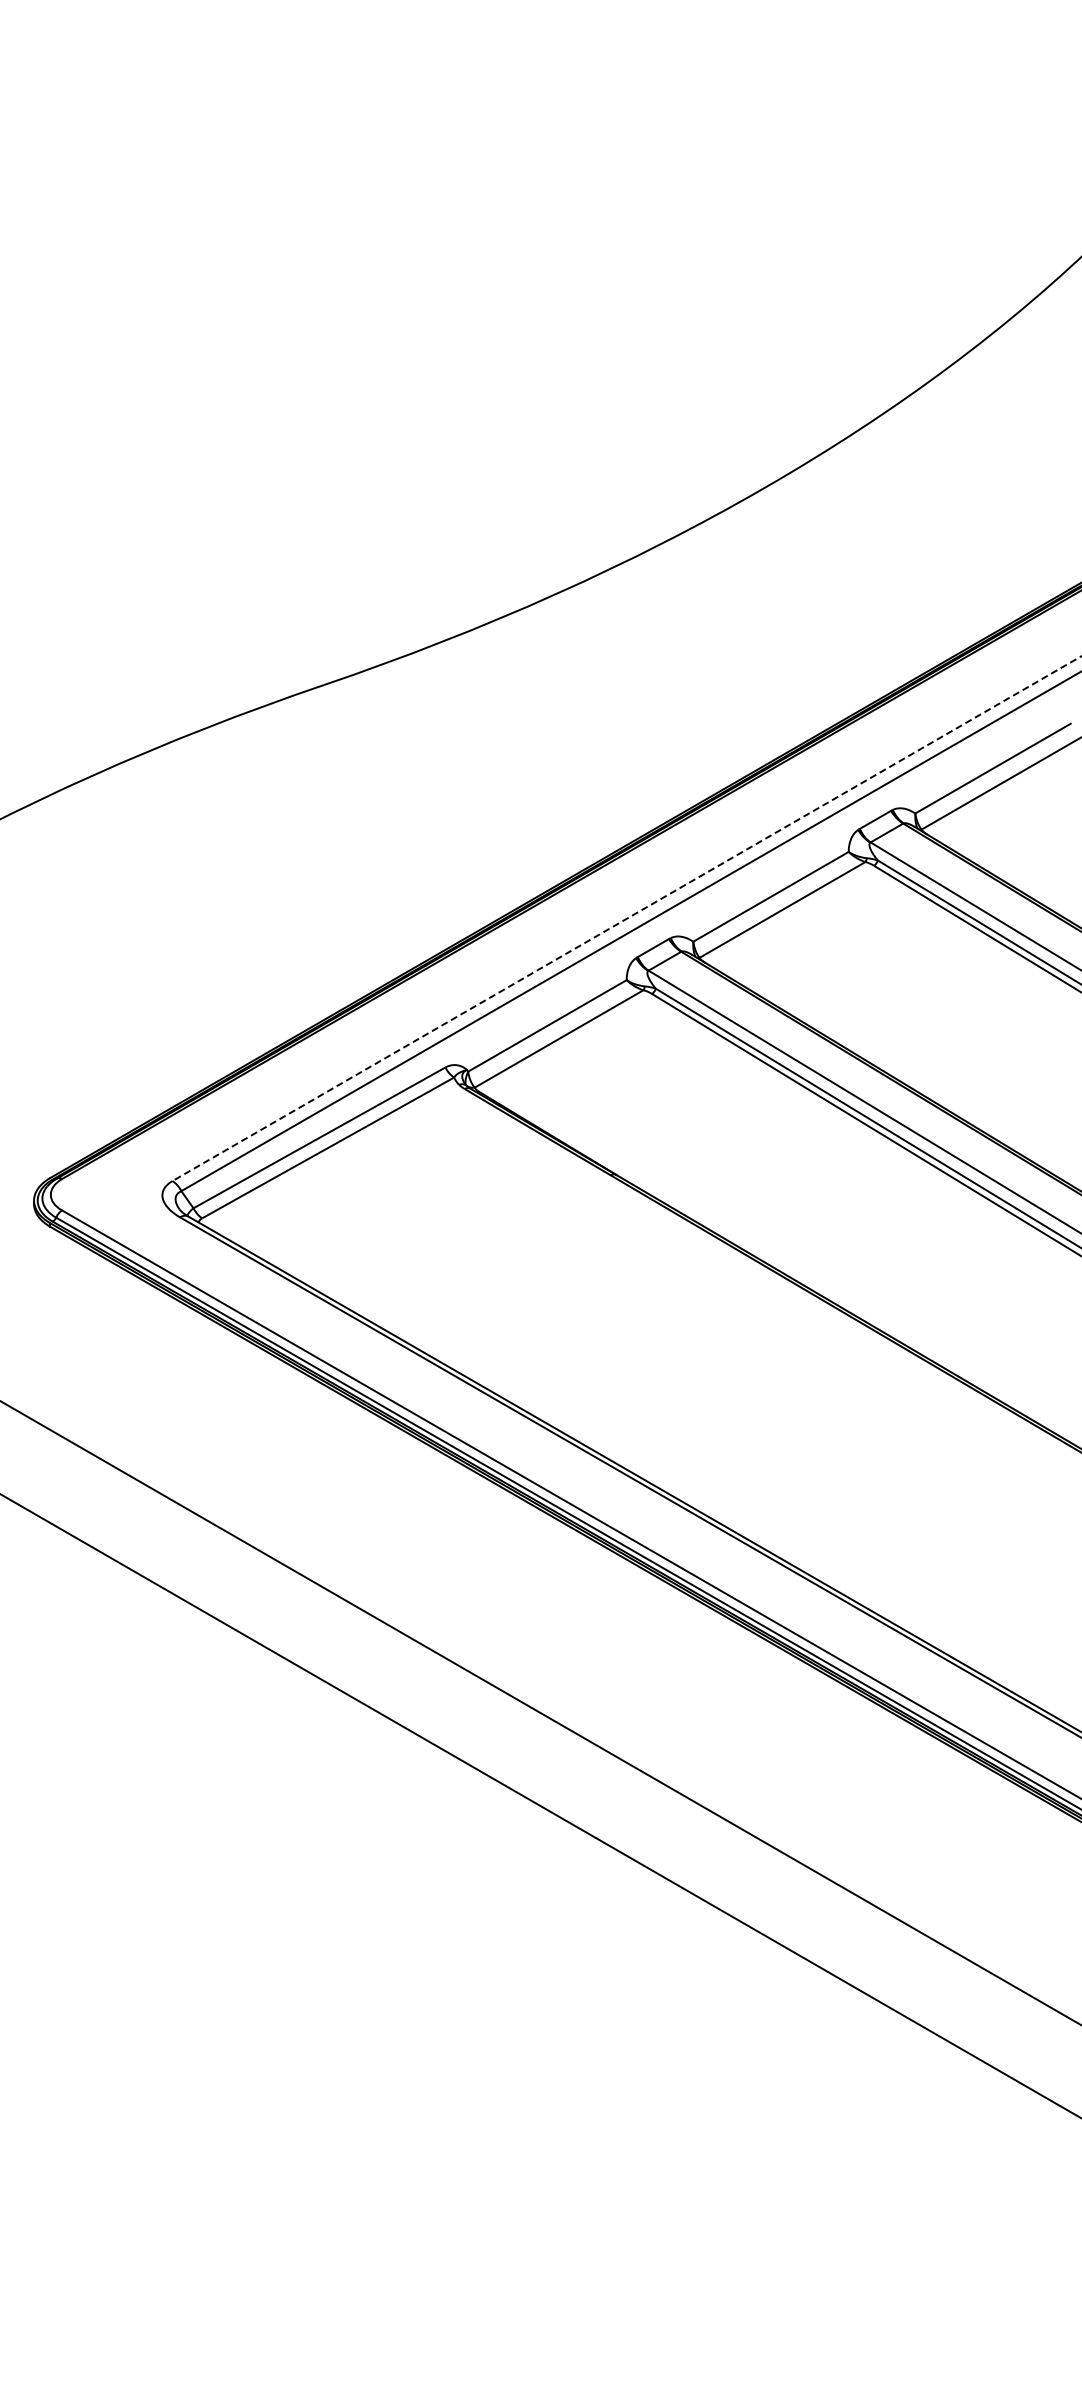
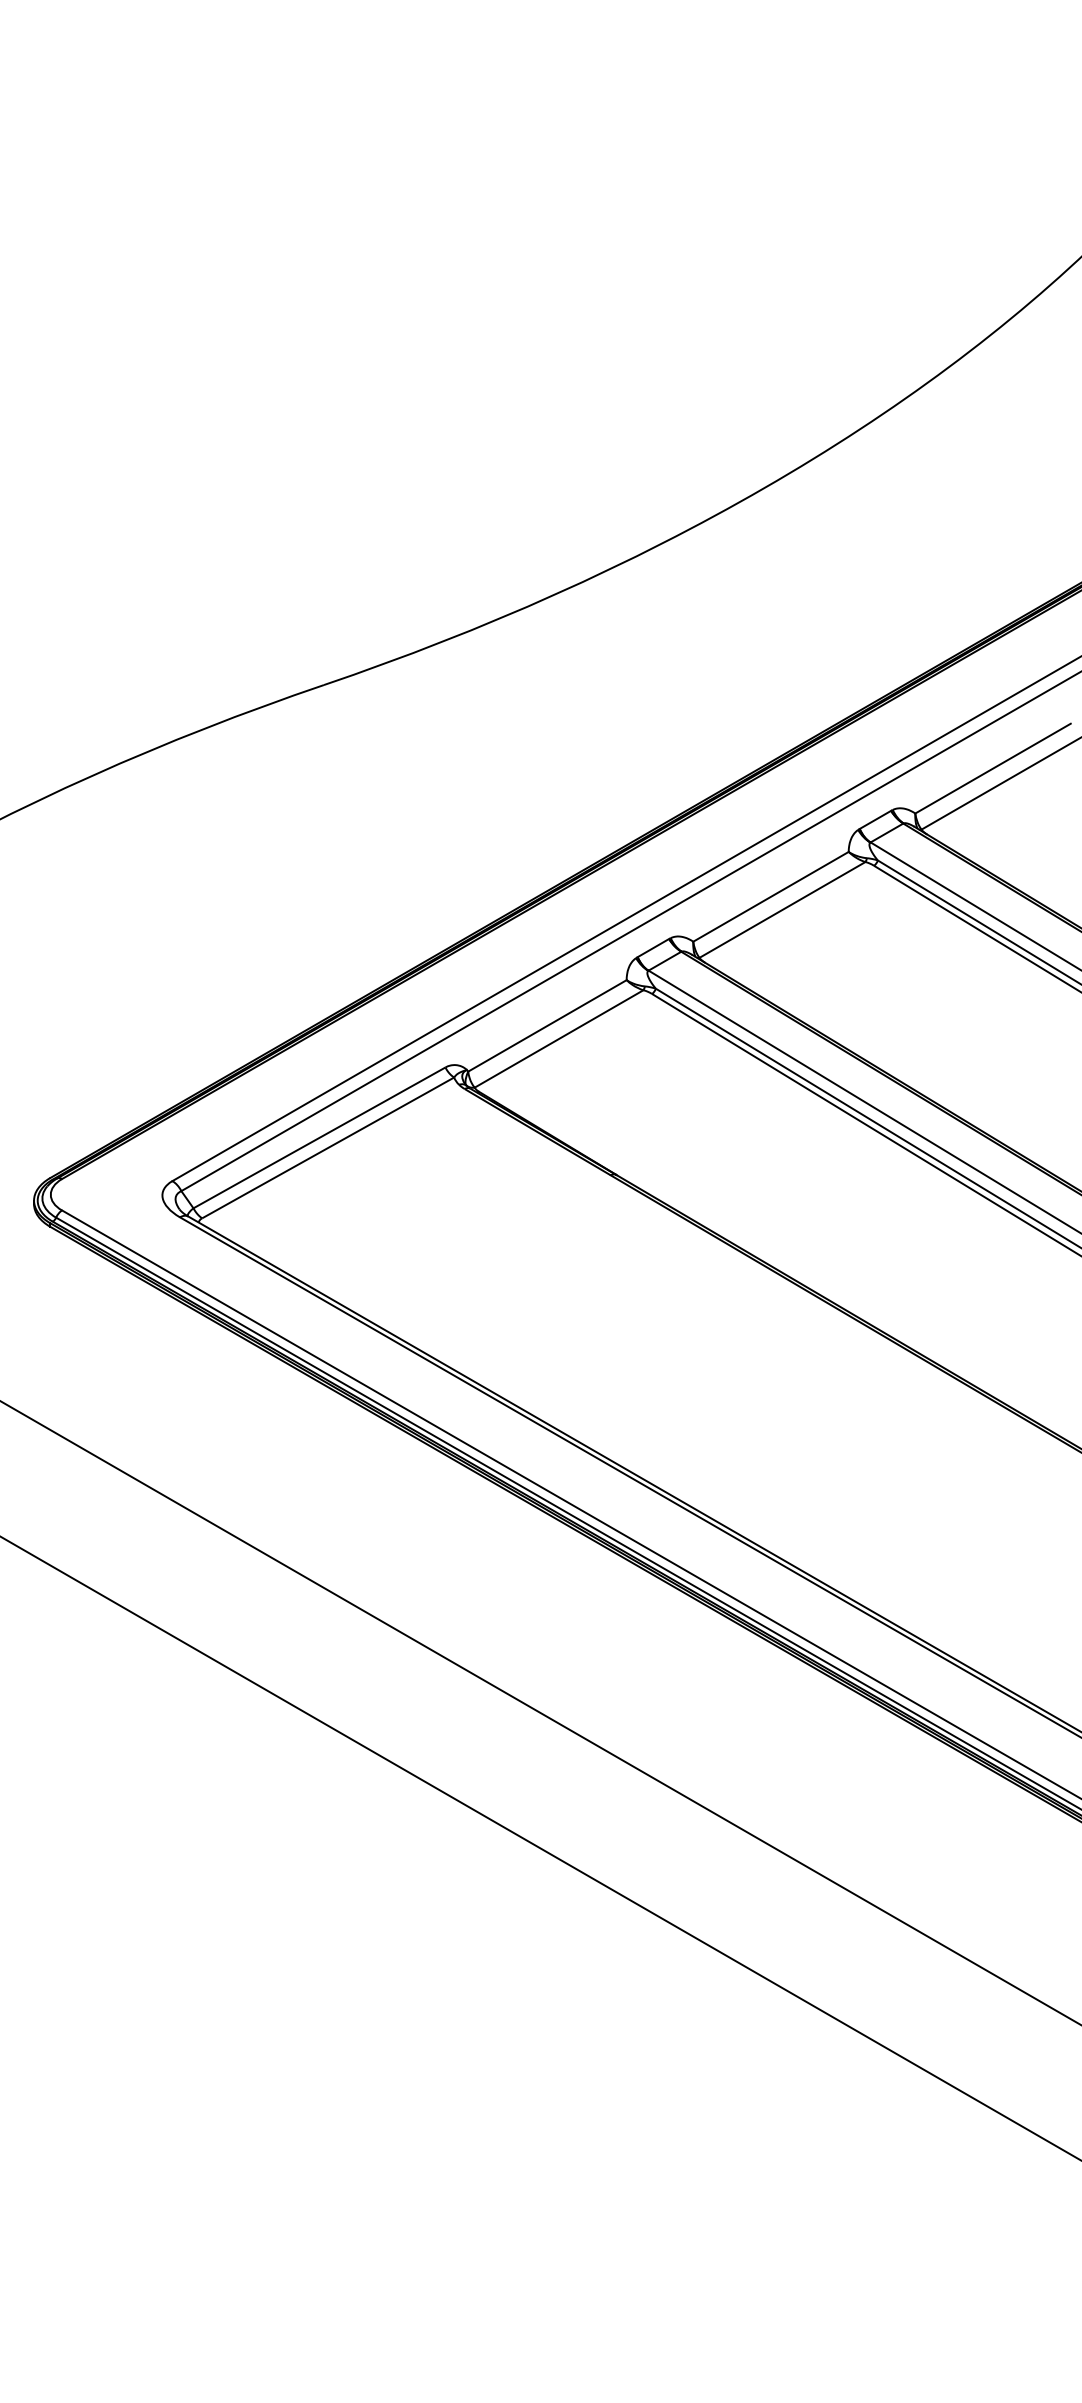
line at (627, 918): dashed -> solid
line at (540, 1805) position: (540, 1805) -> (540, 1847)
